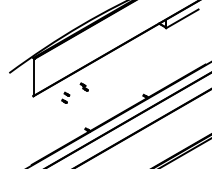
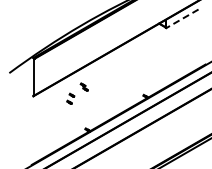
line at (182, 18): solid -> dashed
part at (65, 97) position: (65, 97) -> (70, 98)
